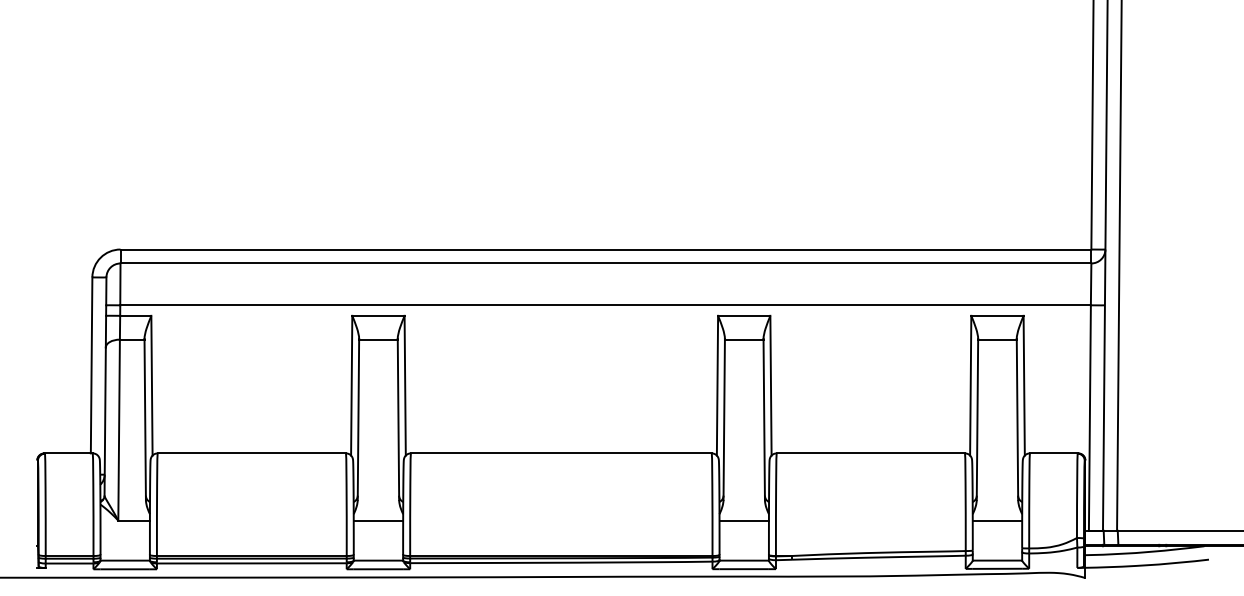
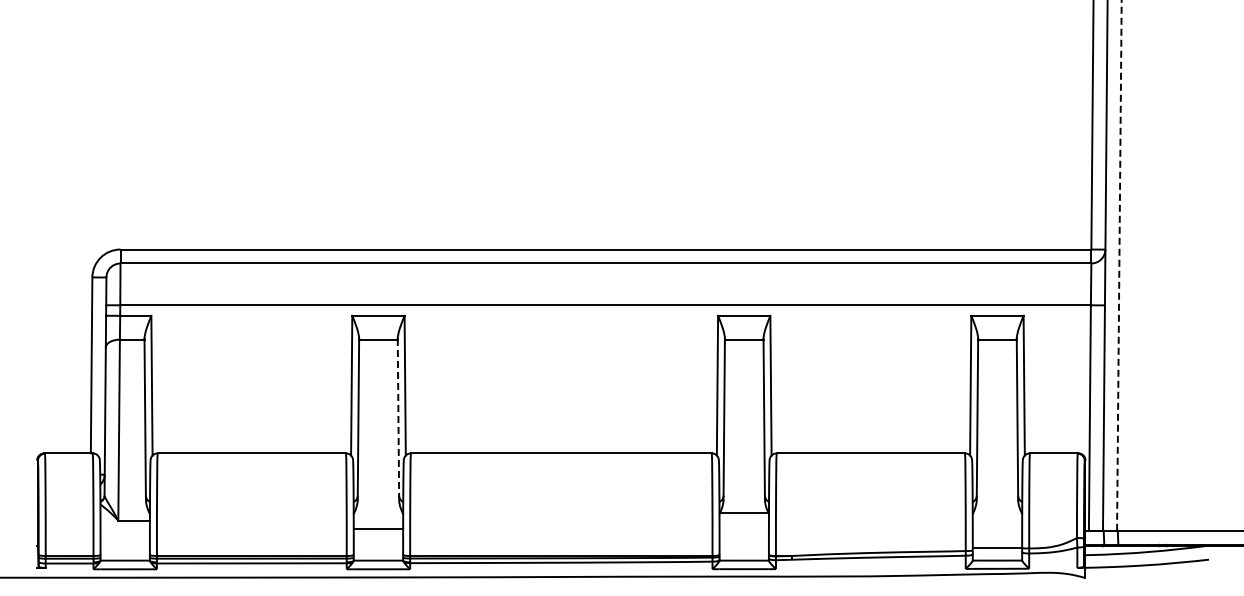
line at (1119, 265): solid -> dashed
line at (398, 419): solid -> dashed
line at (378, 520) position: (378, 520) -> (378, 528)
line at (743, 520) position: (743, 520) -> (743, 512)
line at (997, 520) position: (997, 520) -> (997, 547)
